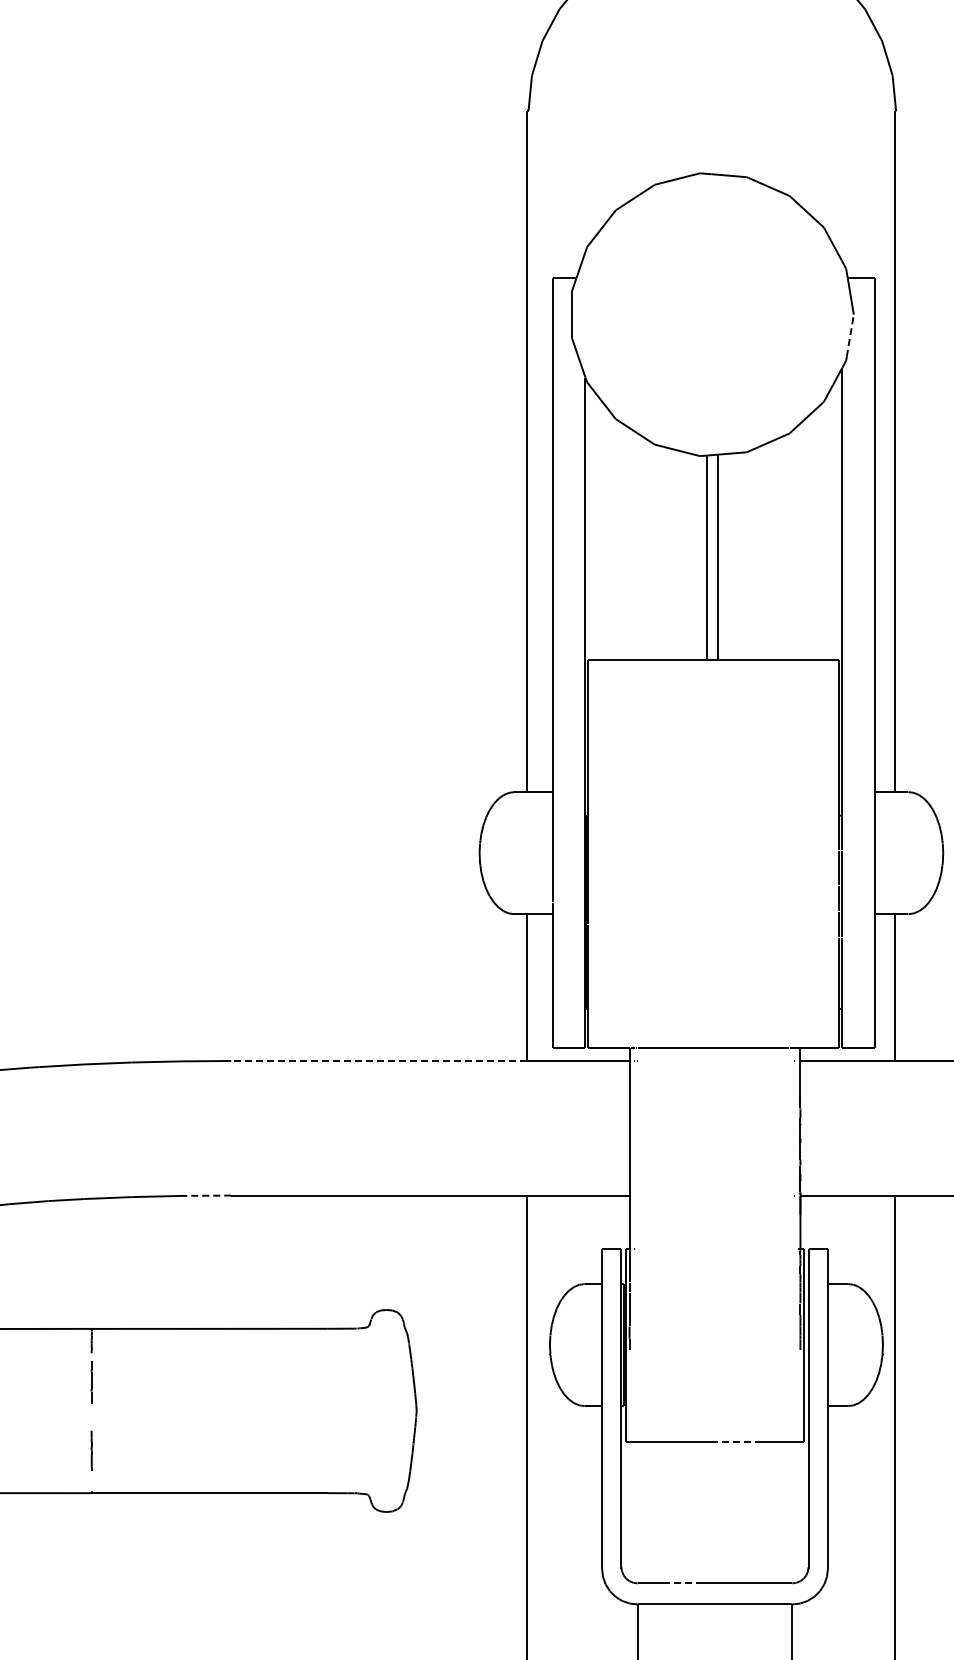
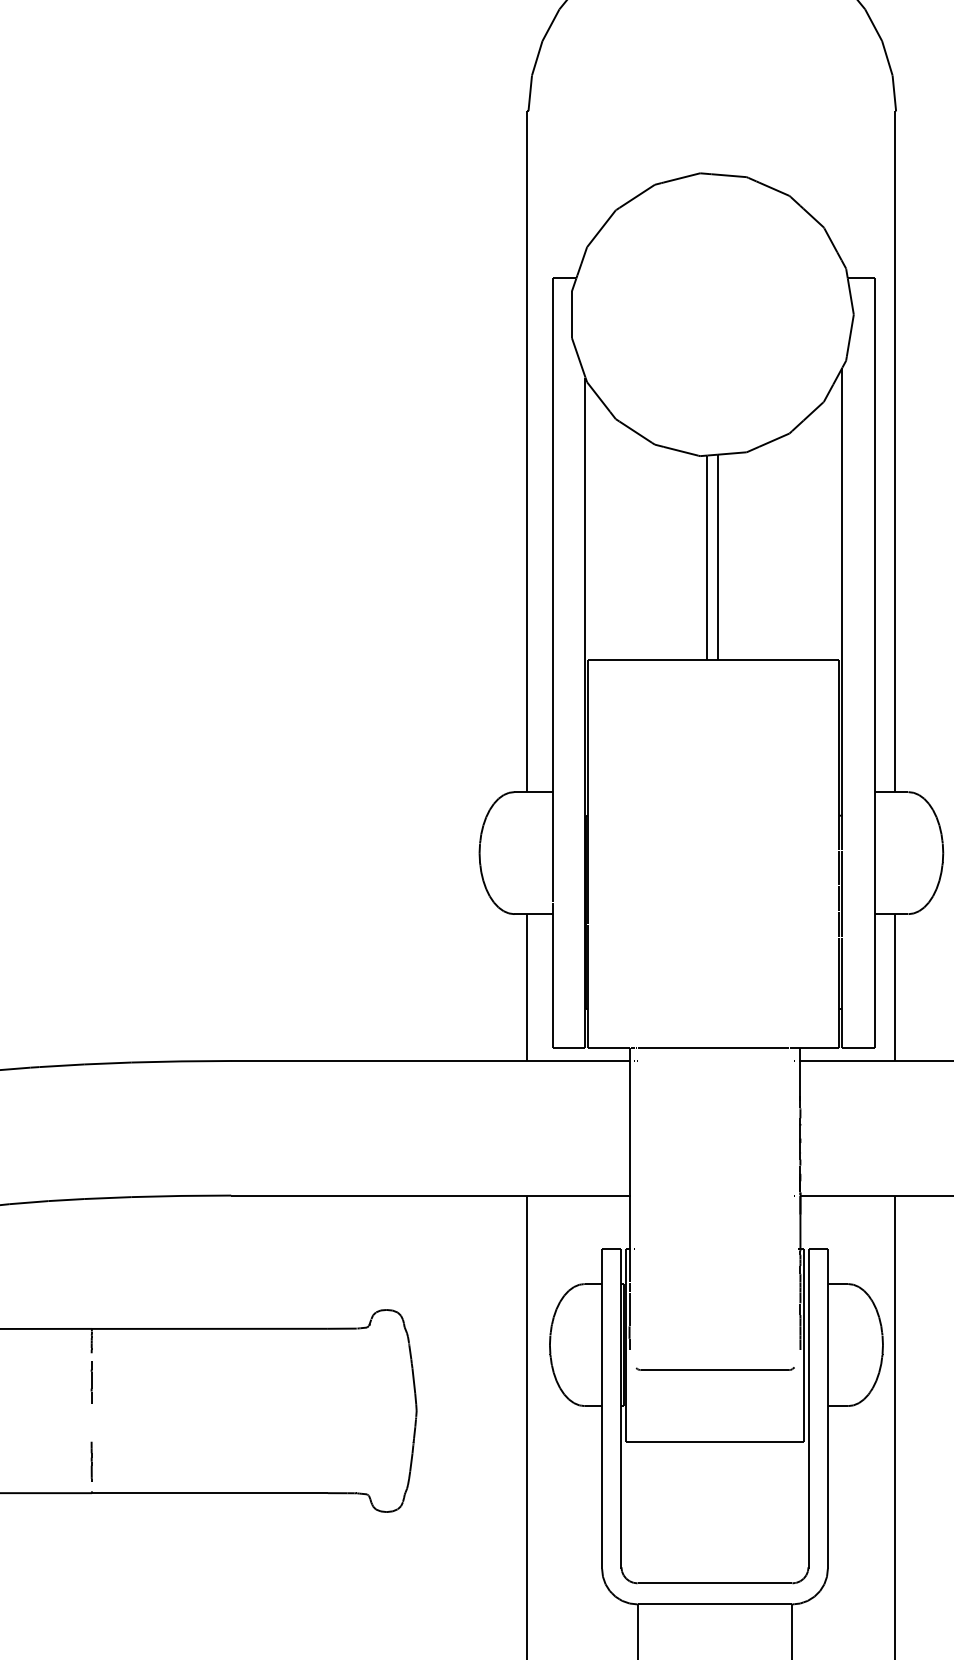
line at (850, 335): dashed -> solid
line at (378, 1060): dashed -> solid
line at (205, 1195): dashed -> solid
part at (714, 1368): none -> present
line at (734, 1442): dashed -> solid
line at (91, 1450) position: (91, 1450) -> (91, 1461)
line at (682, 1583): dashed -> solid
